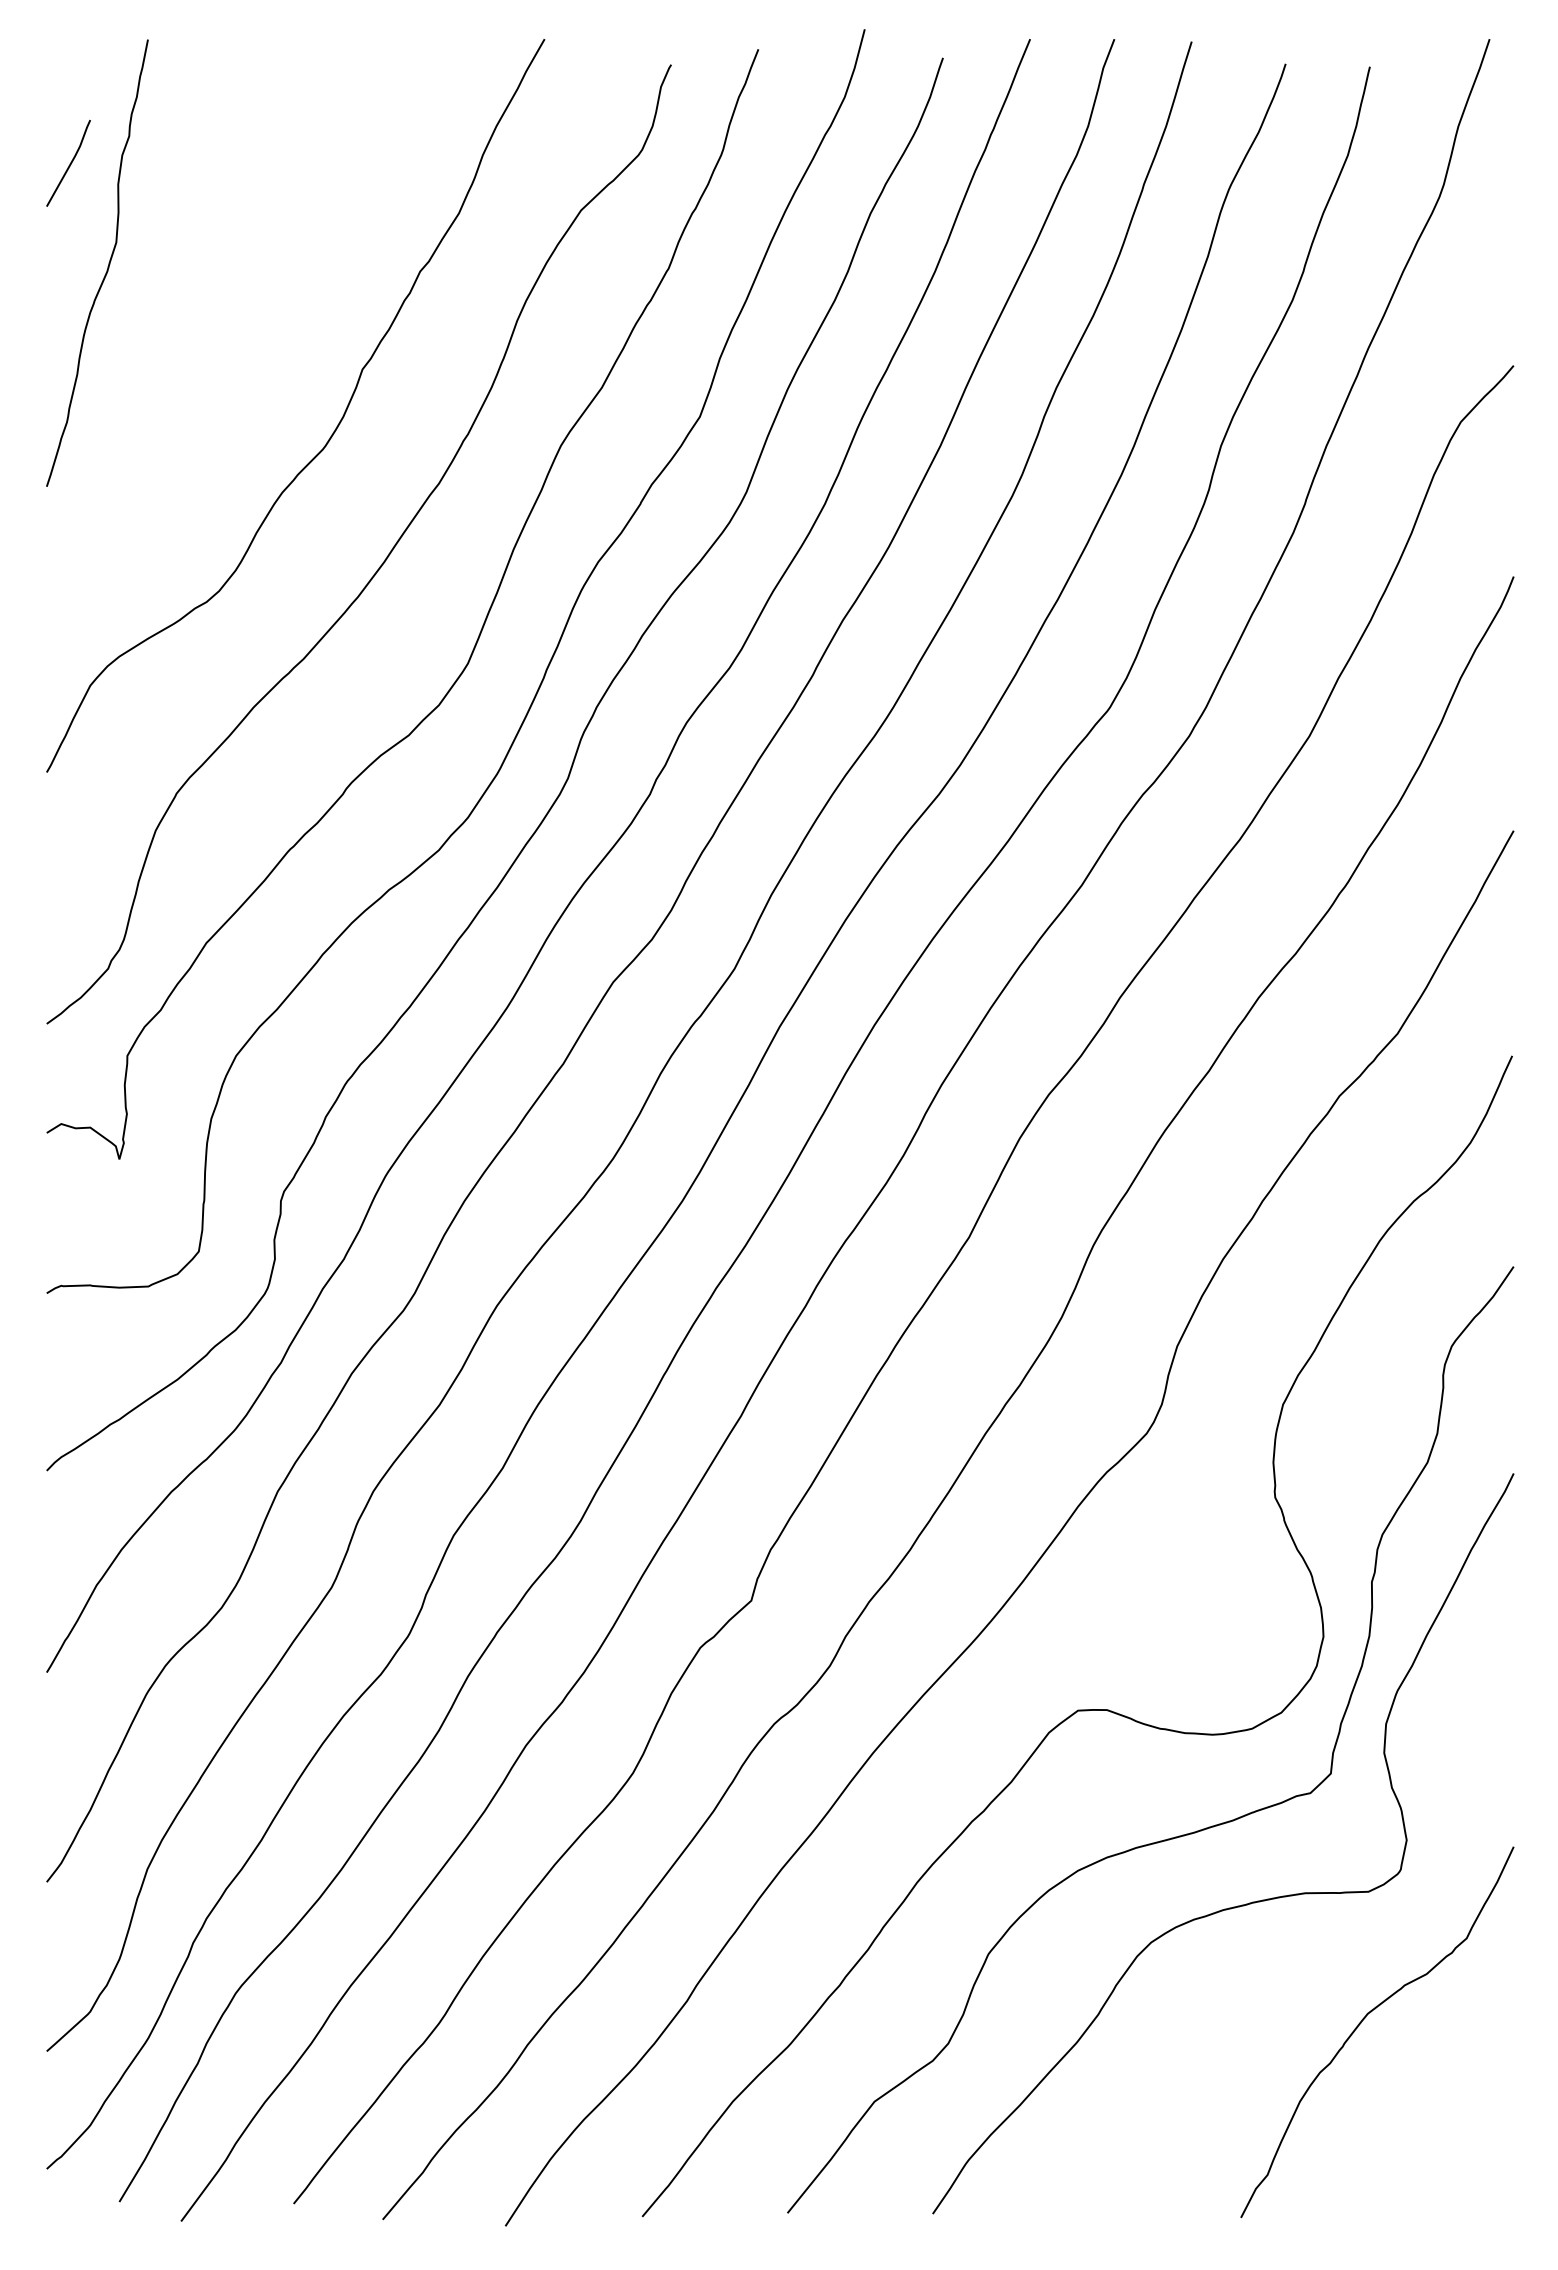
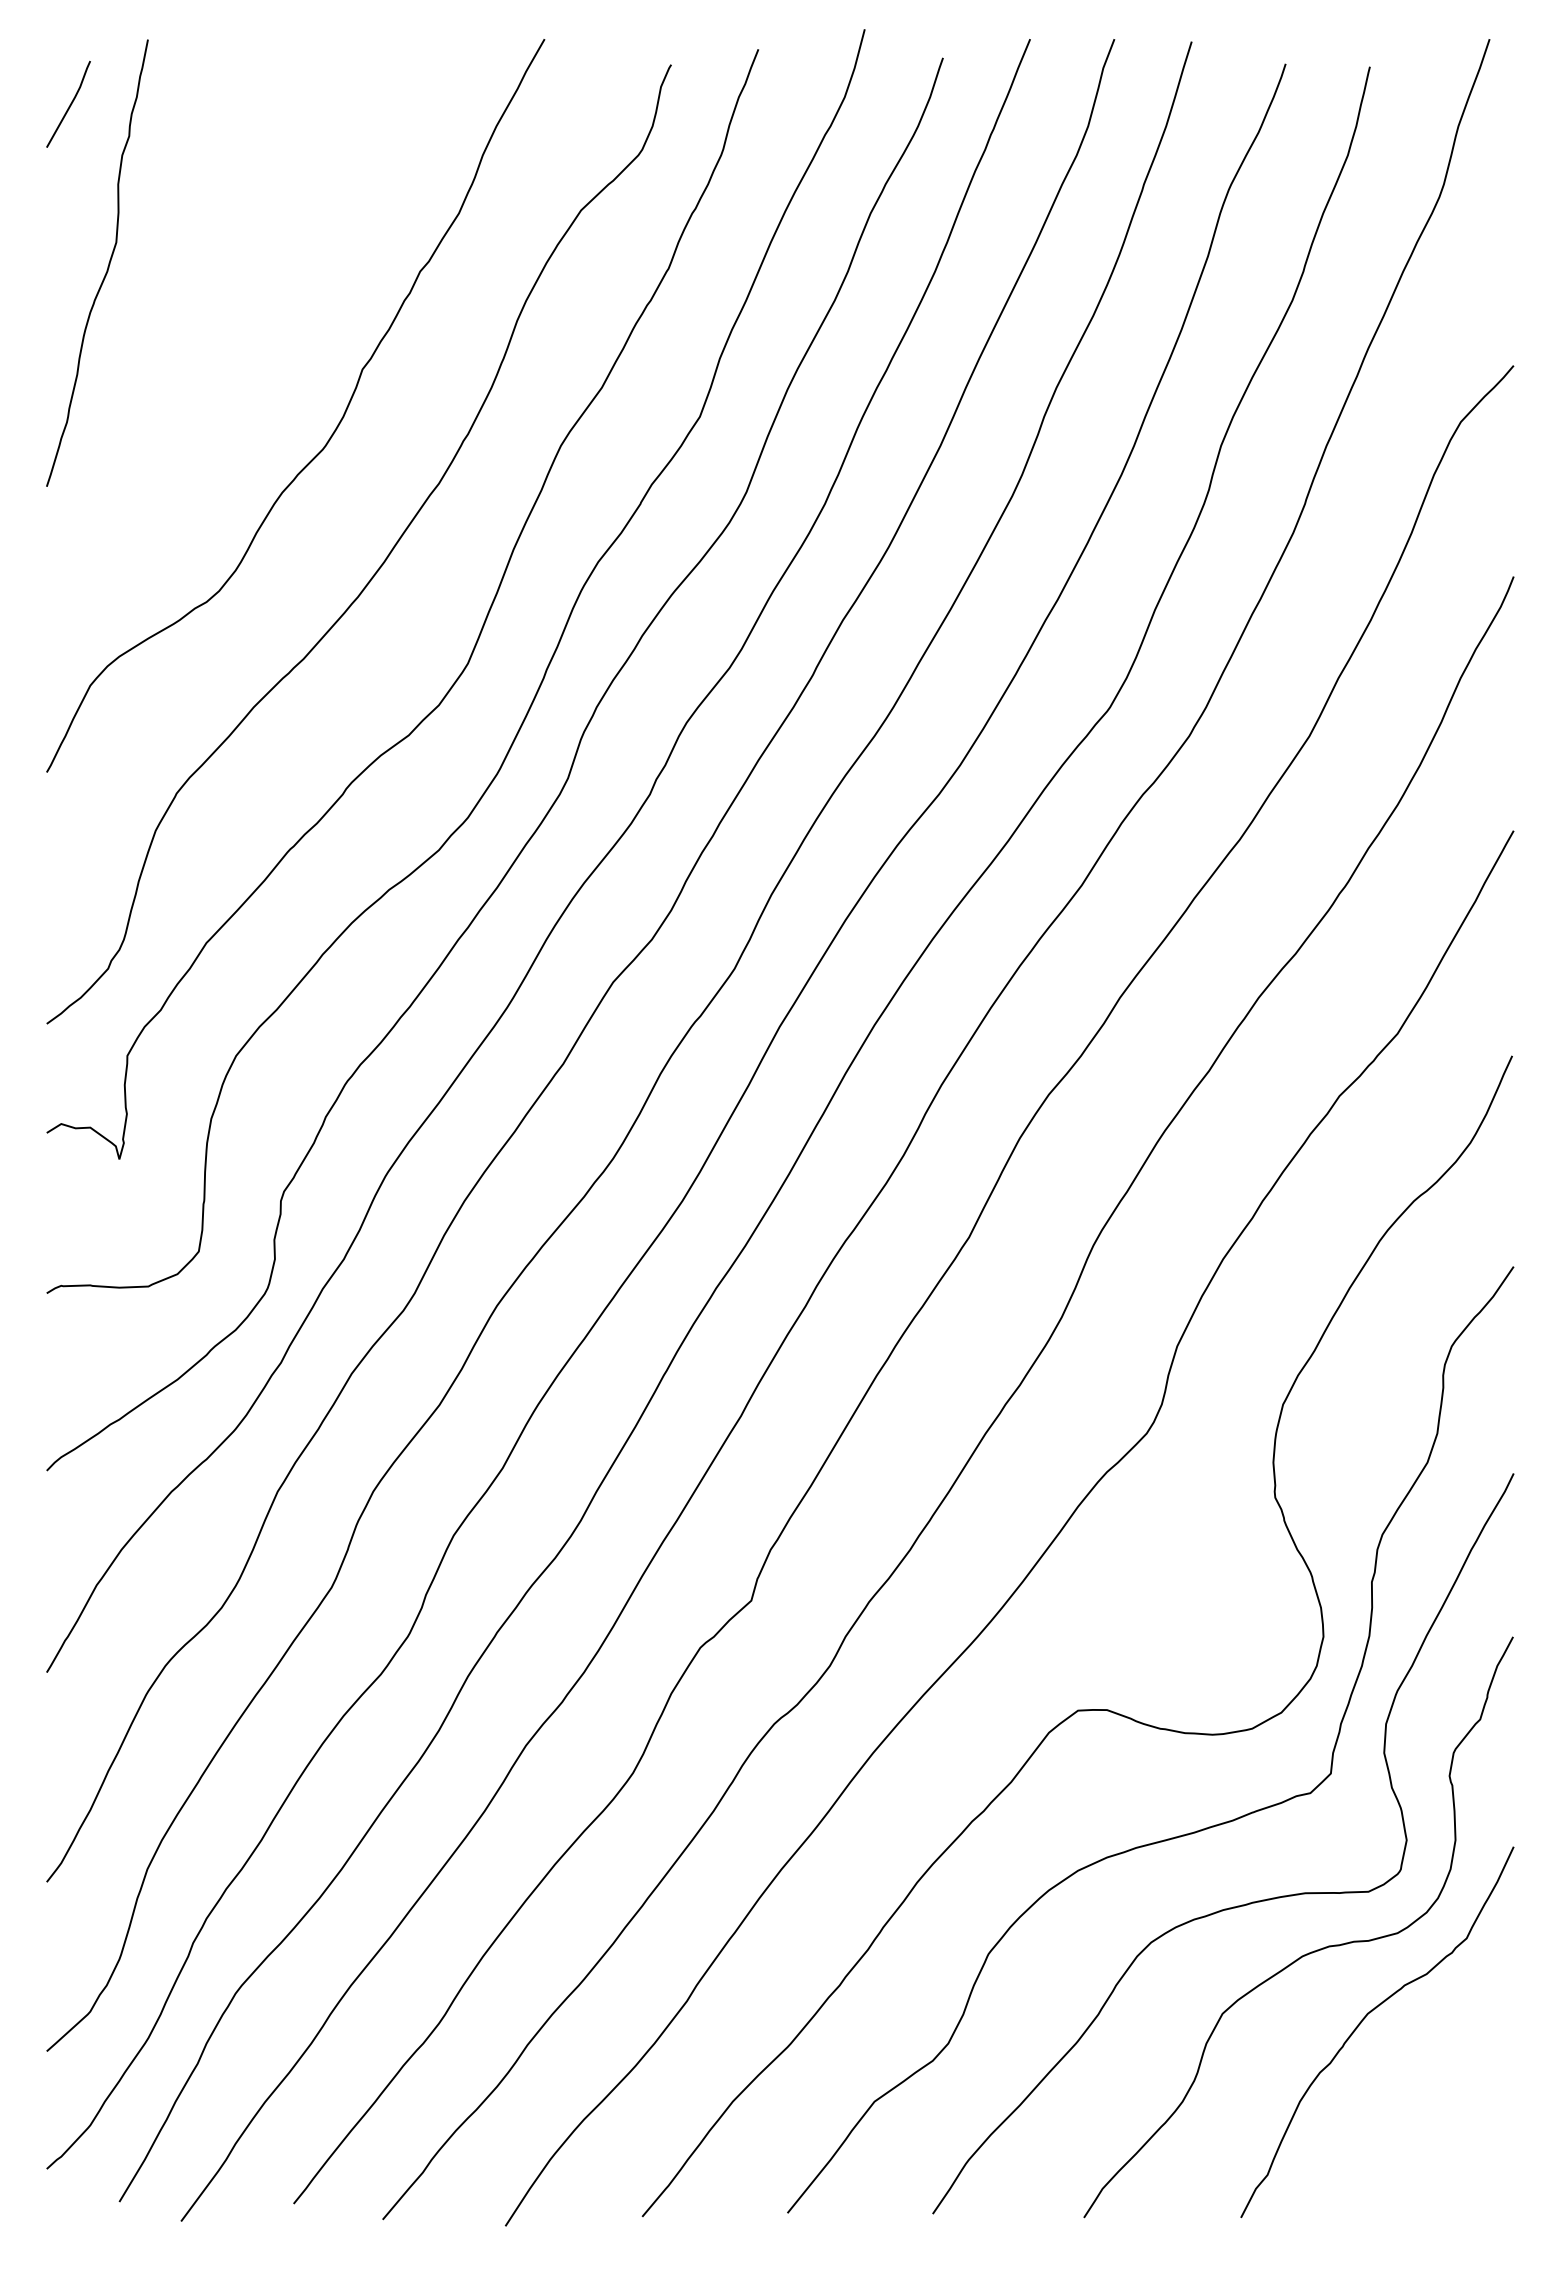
line at (70, 162) position: (70, 162) -> (70, 103)
curve at (1308, 1952): none -> present
